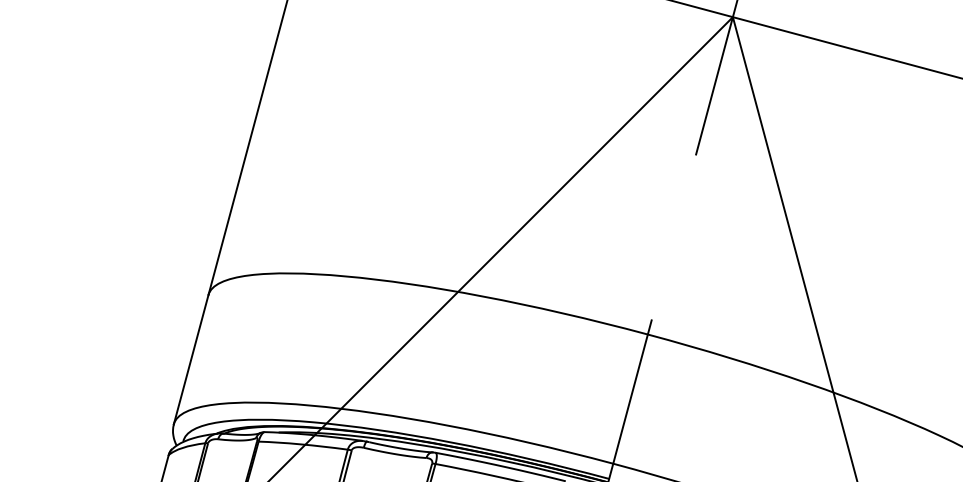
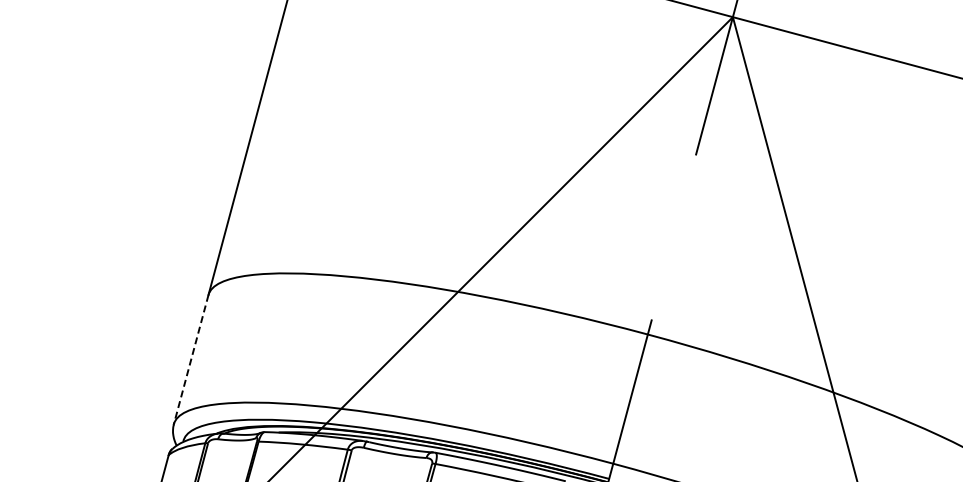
line at (191, 359): solid -> dashed
